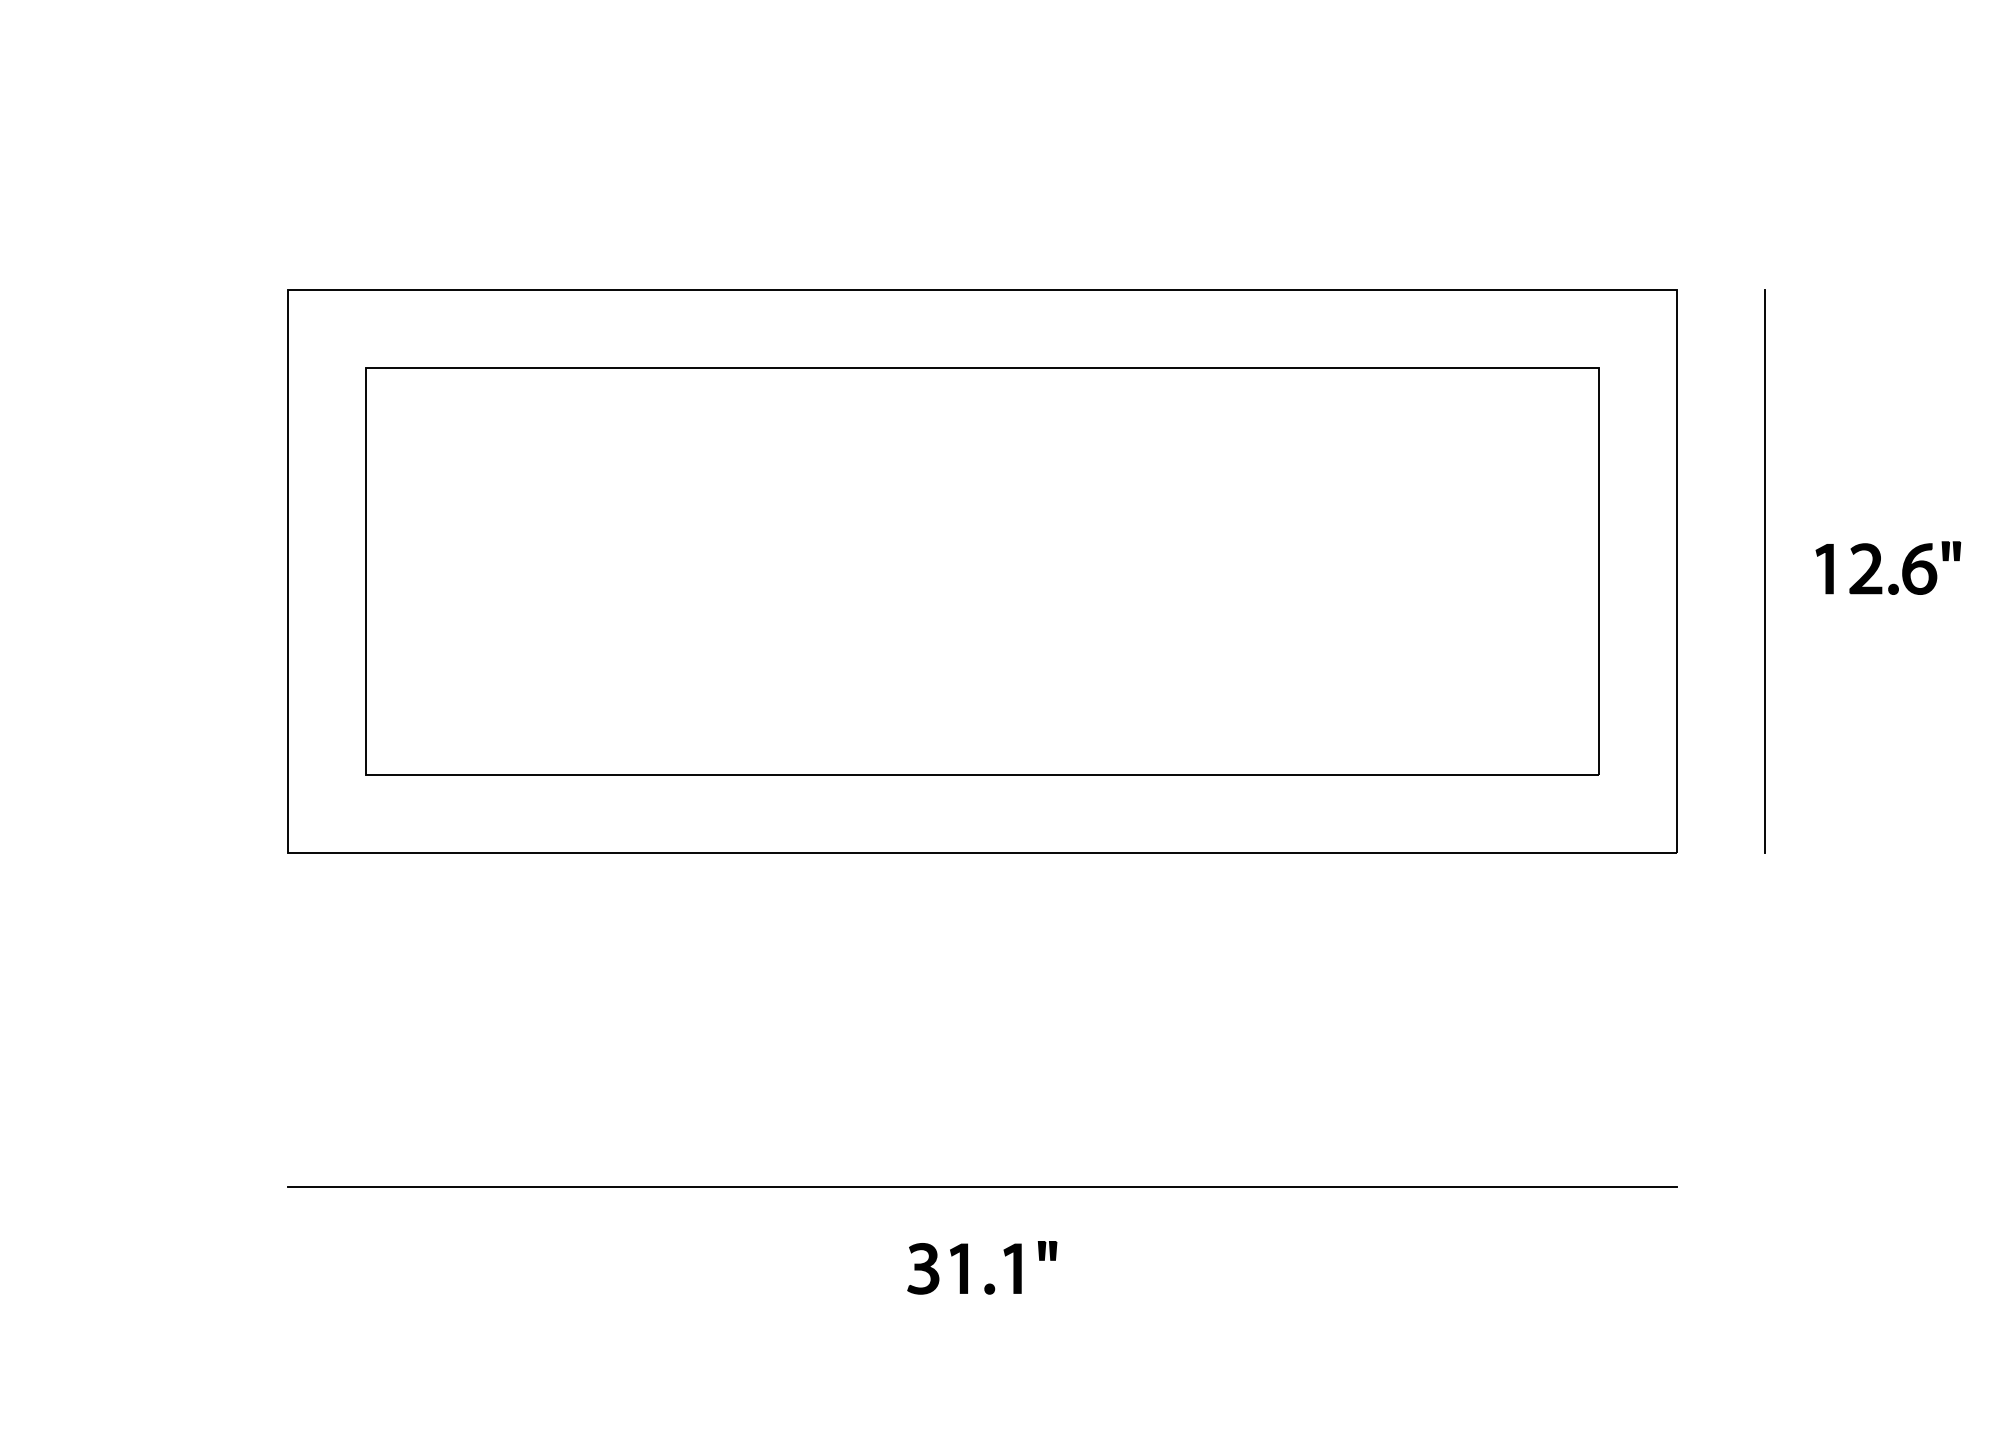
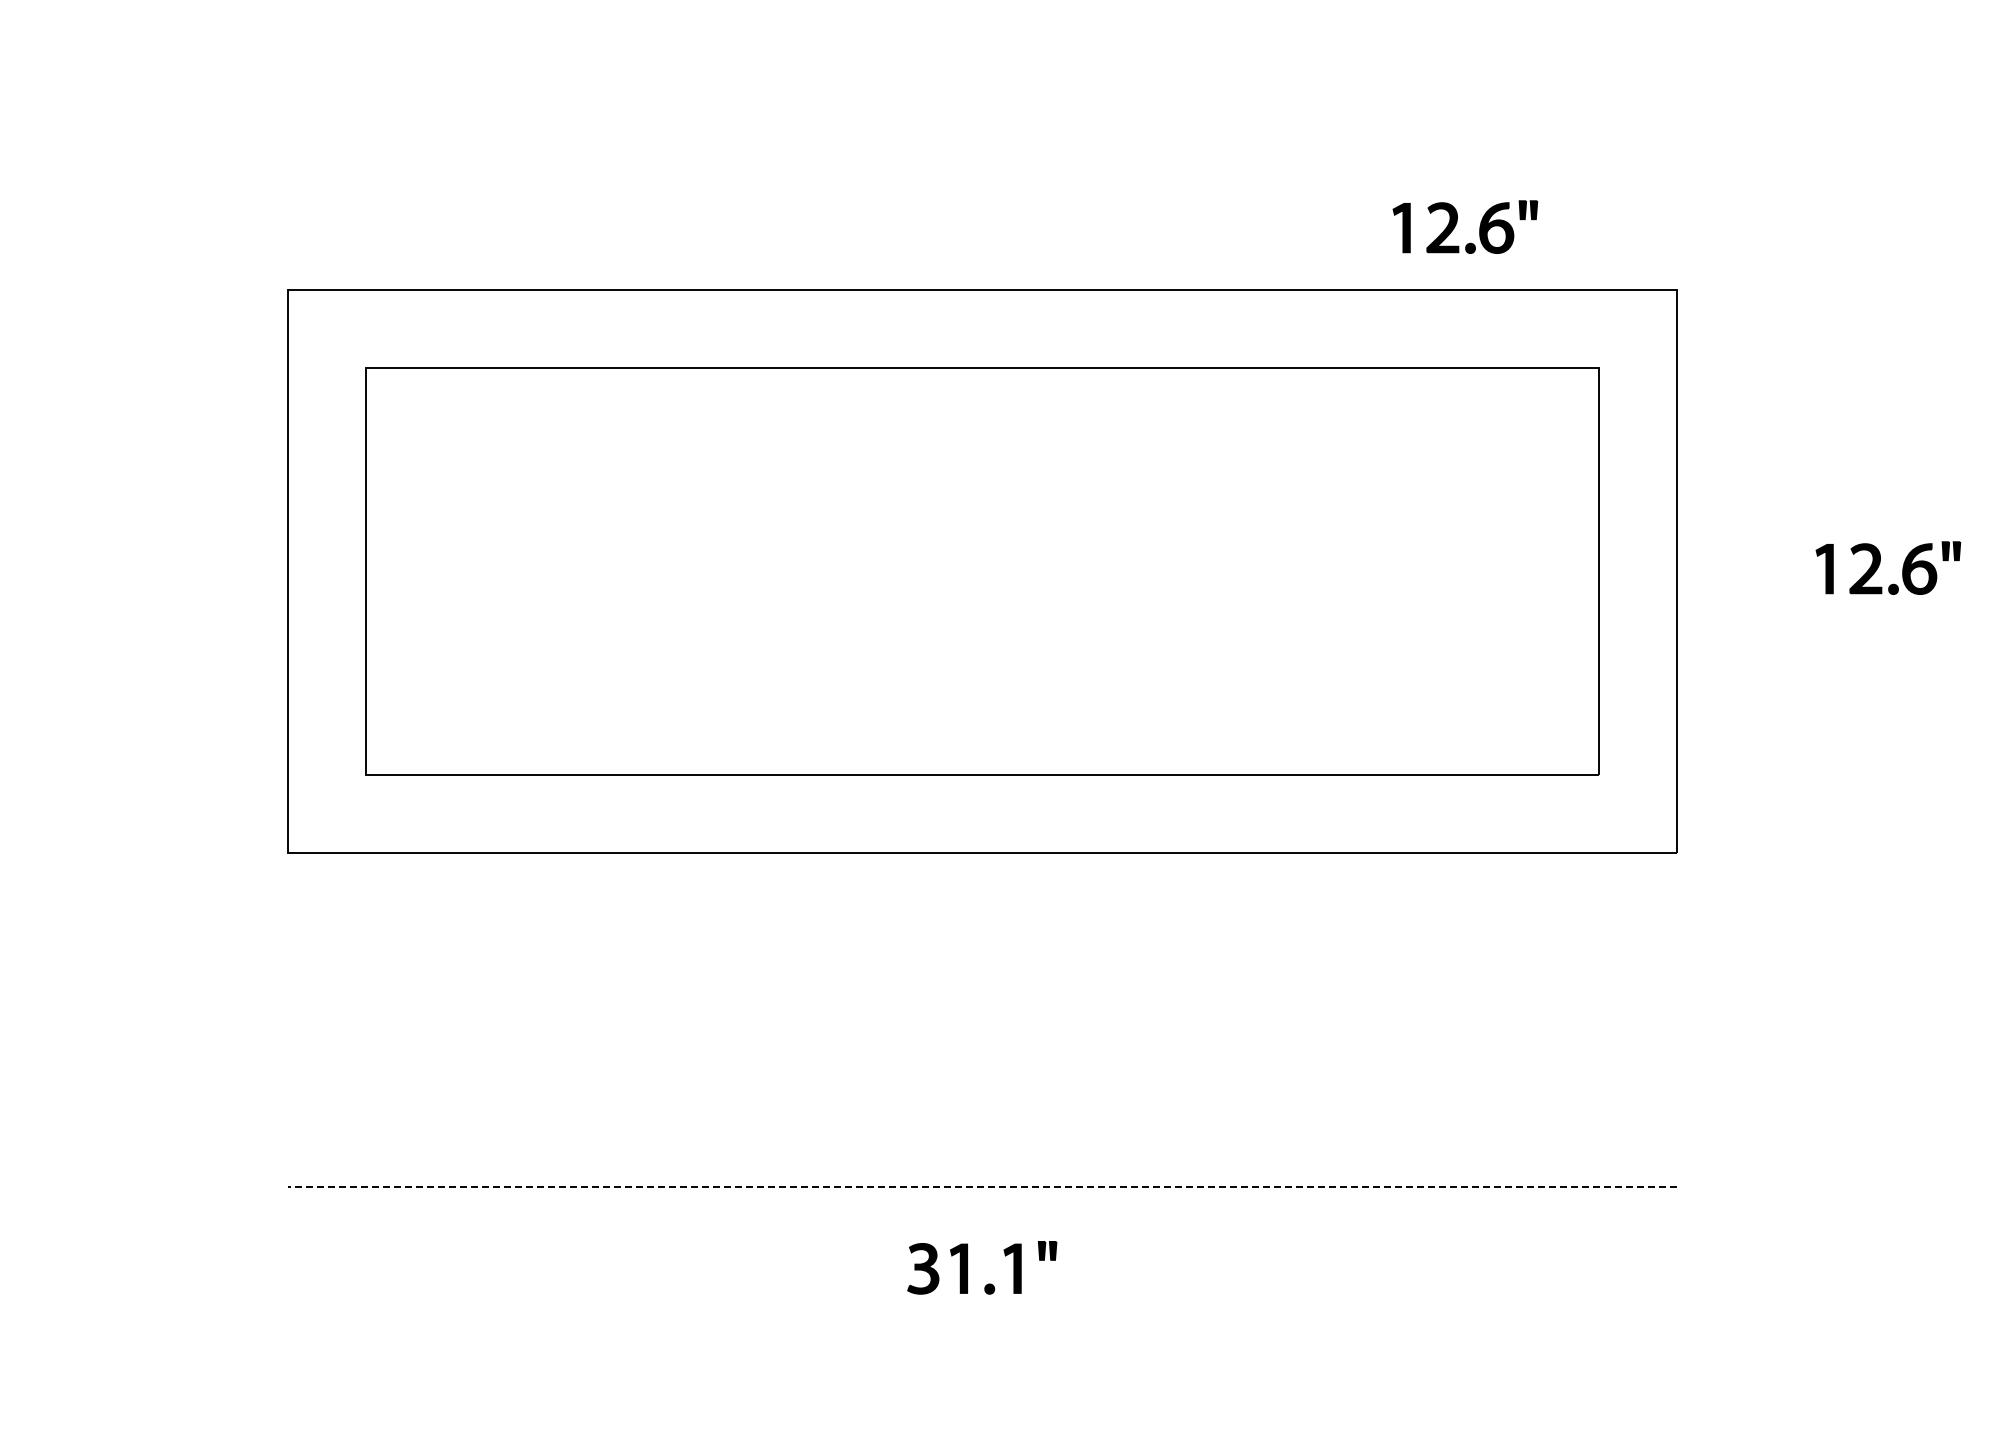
part at (1457, 222): none -> present
line at (1764, 571): present -> none
line at (982, 1186): solid -> dashed
